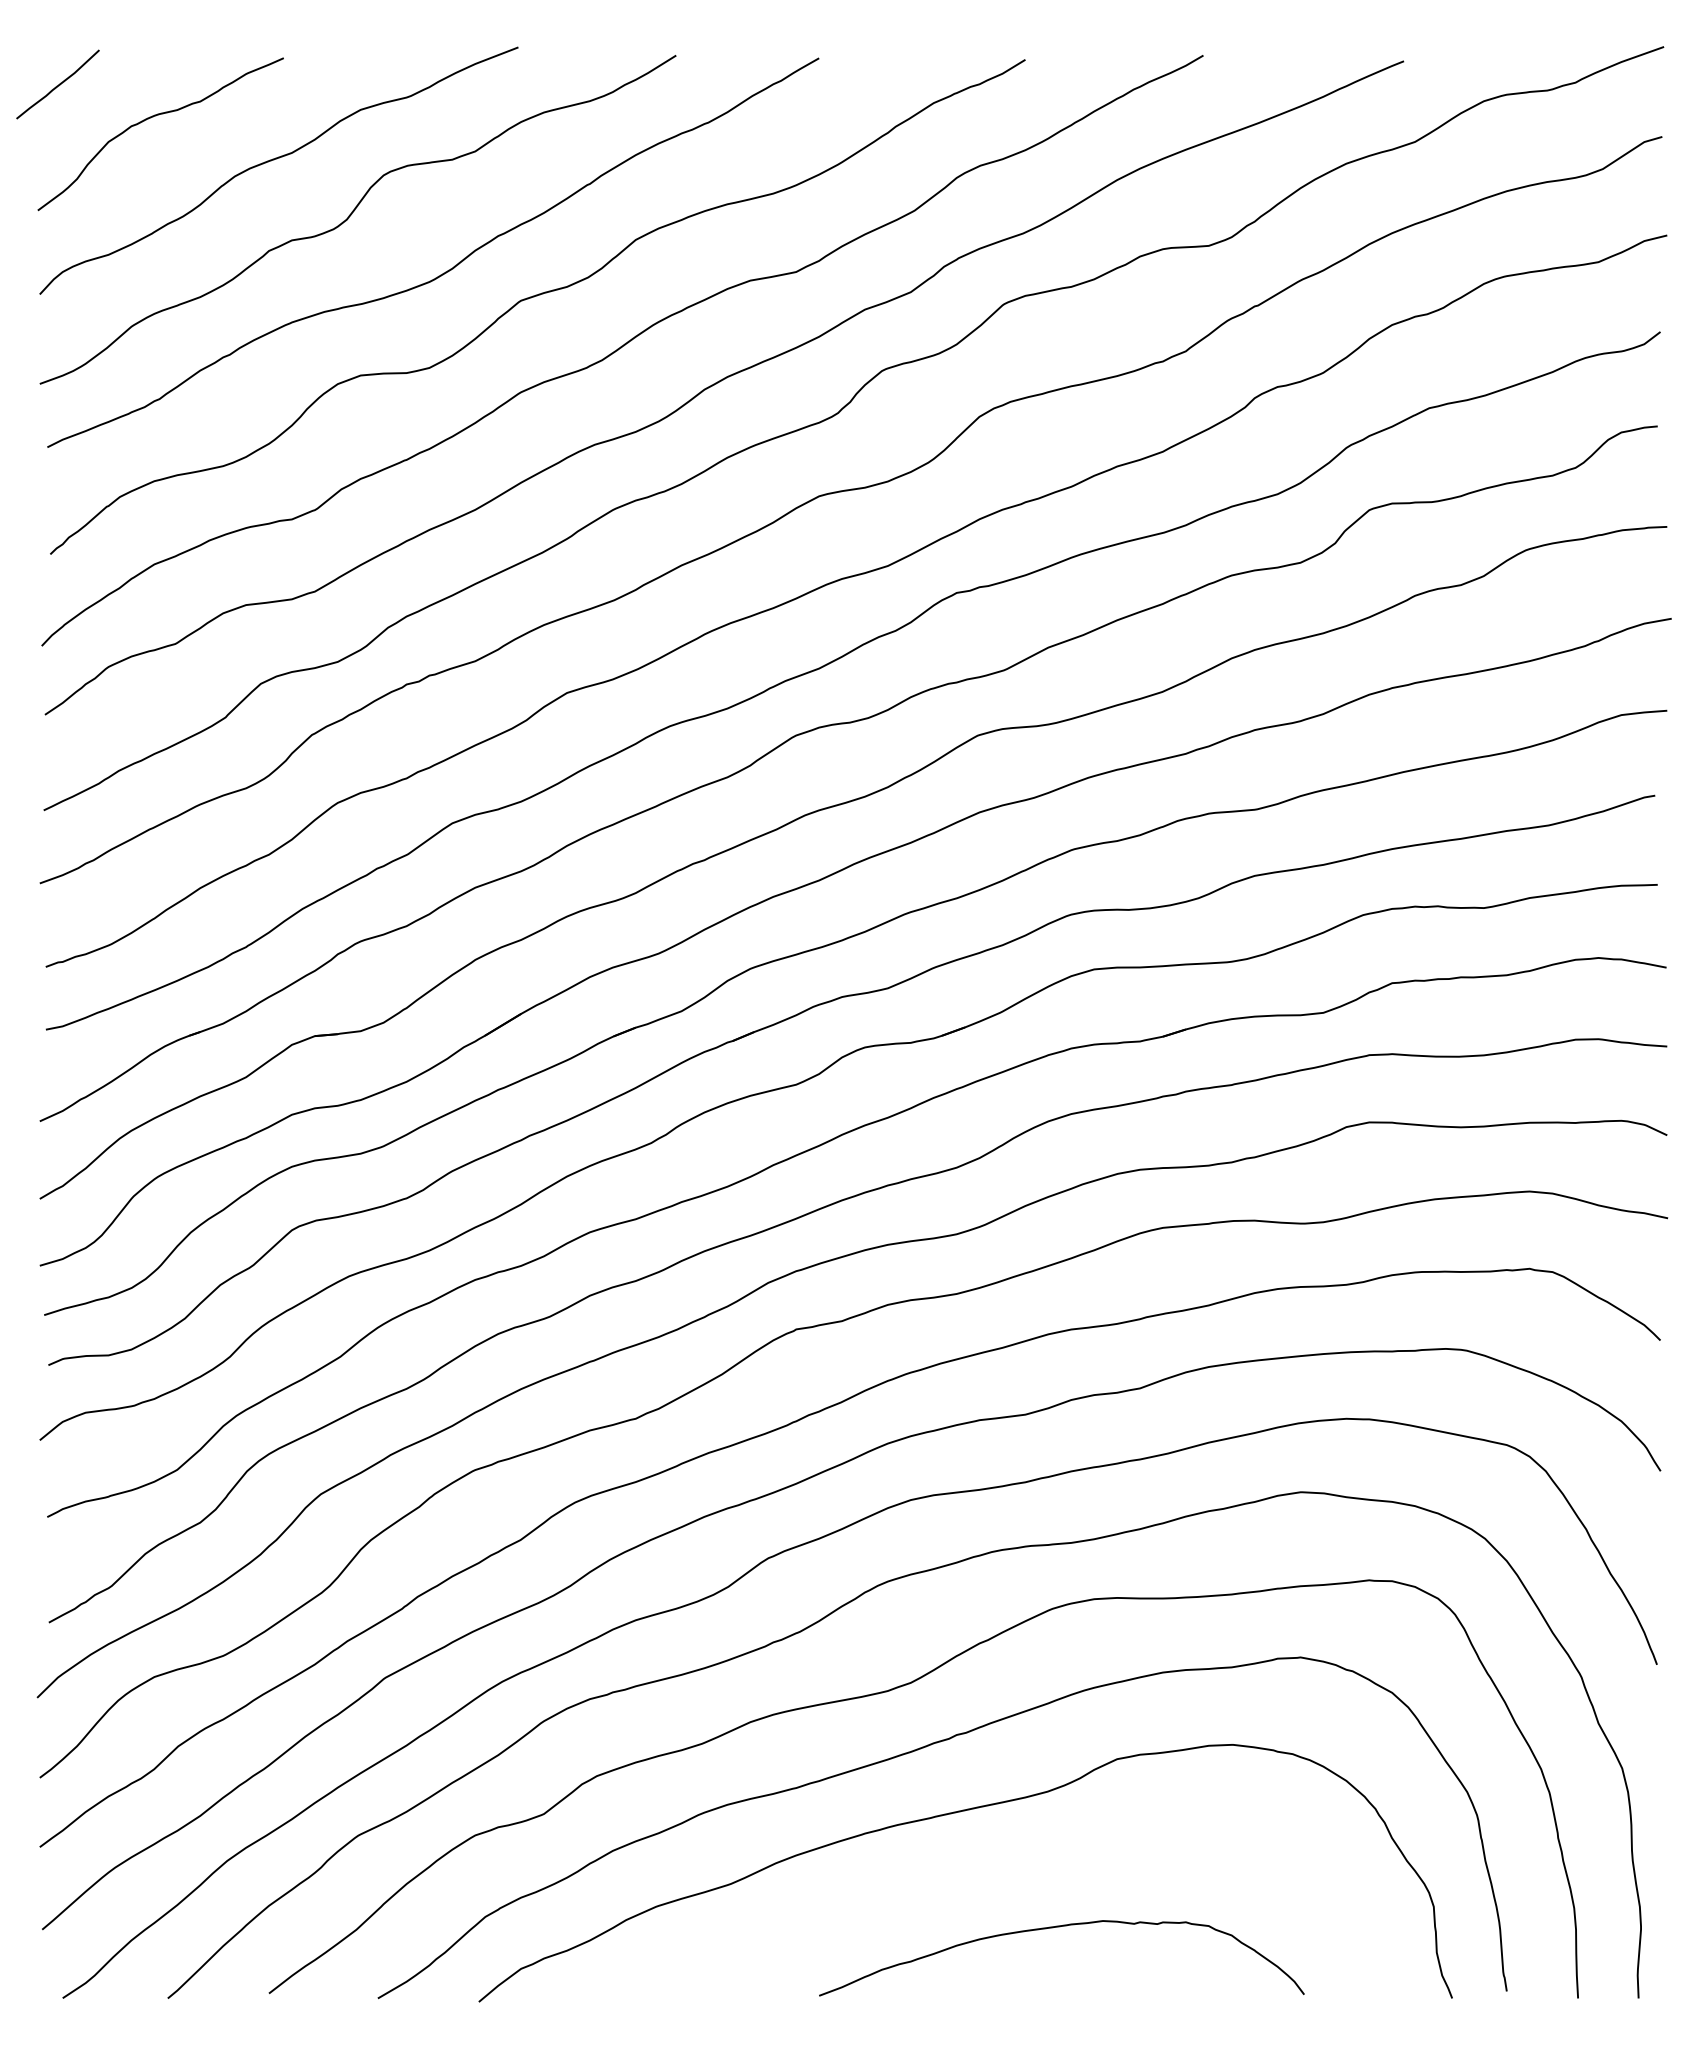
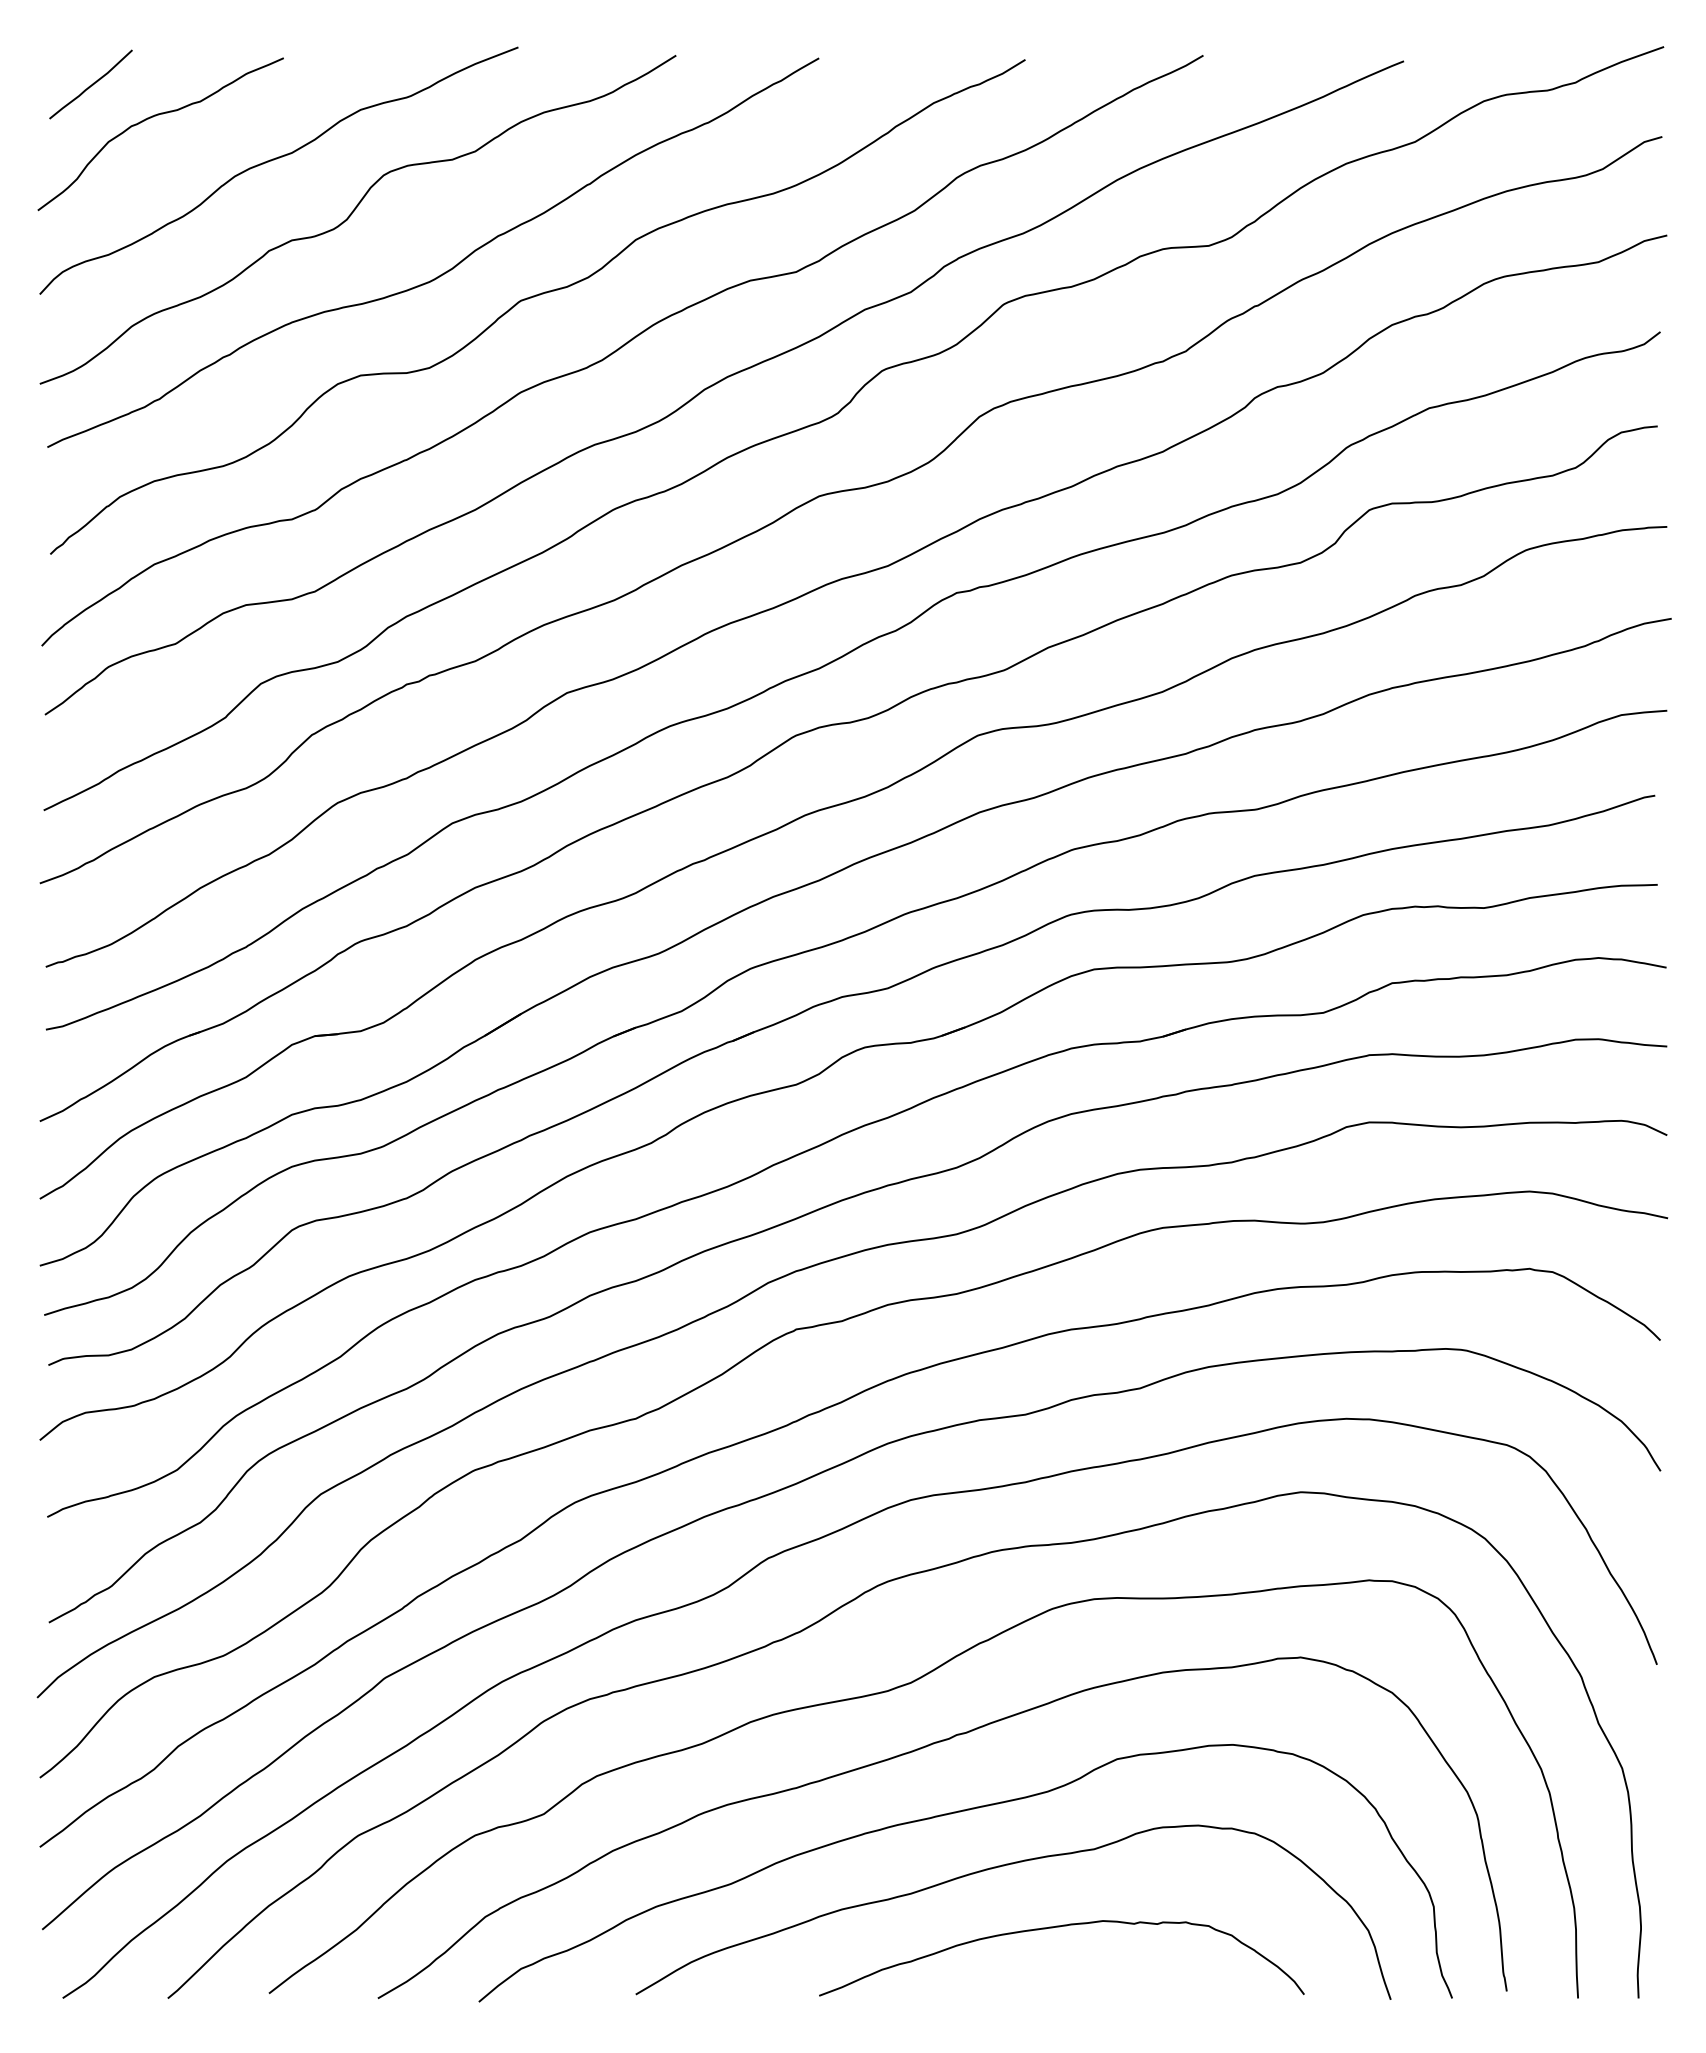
curve at (58, 84) position: (58, 84) -> (91, 84)
curve at (1000, 1867): none -> present
